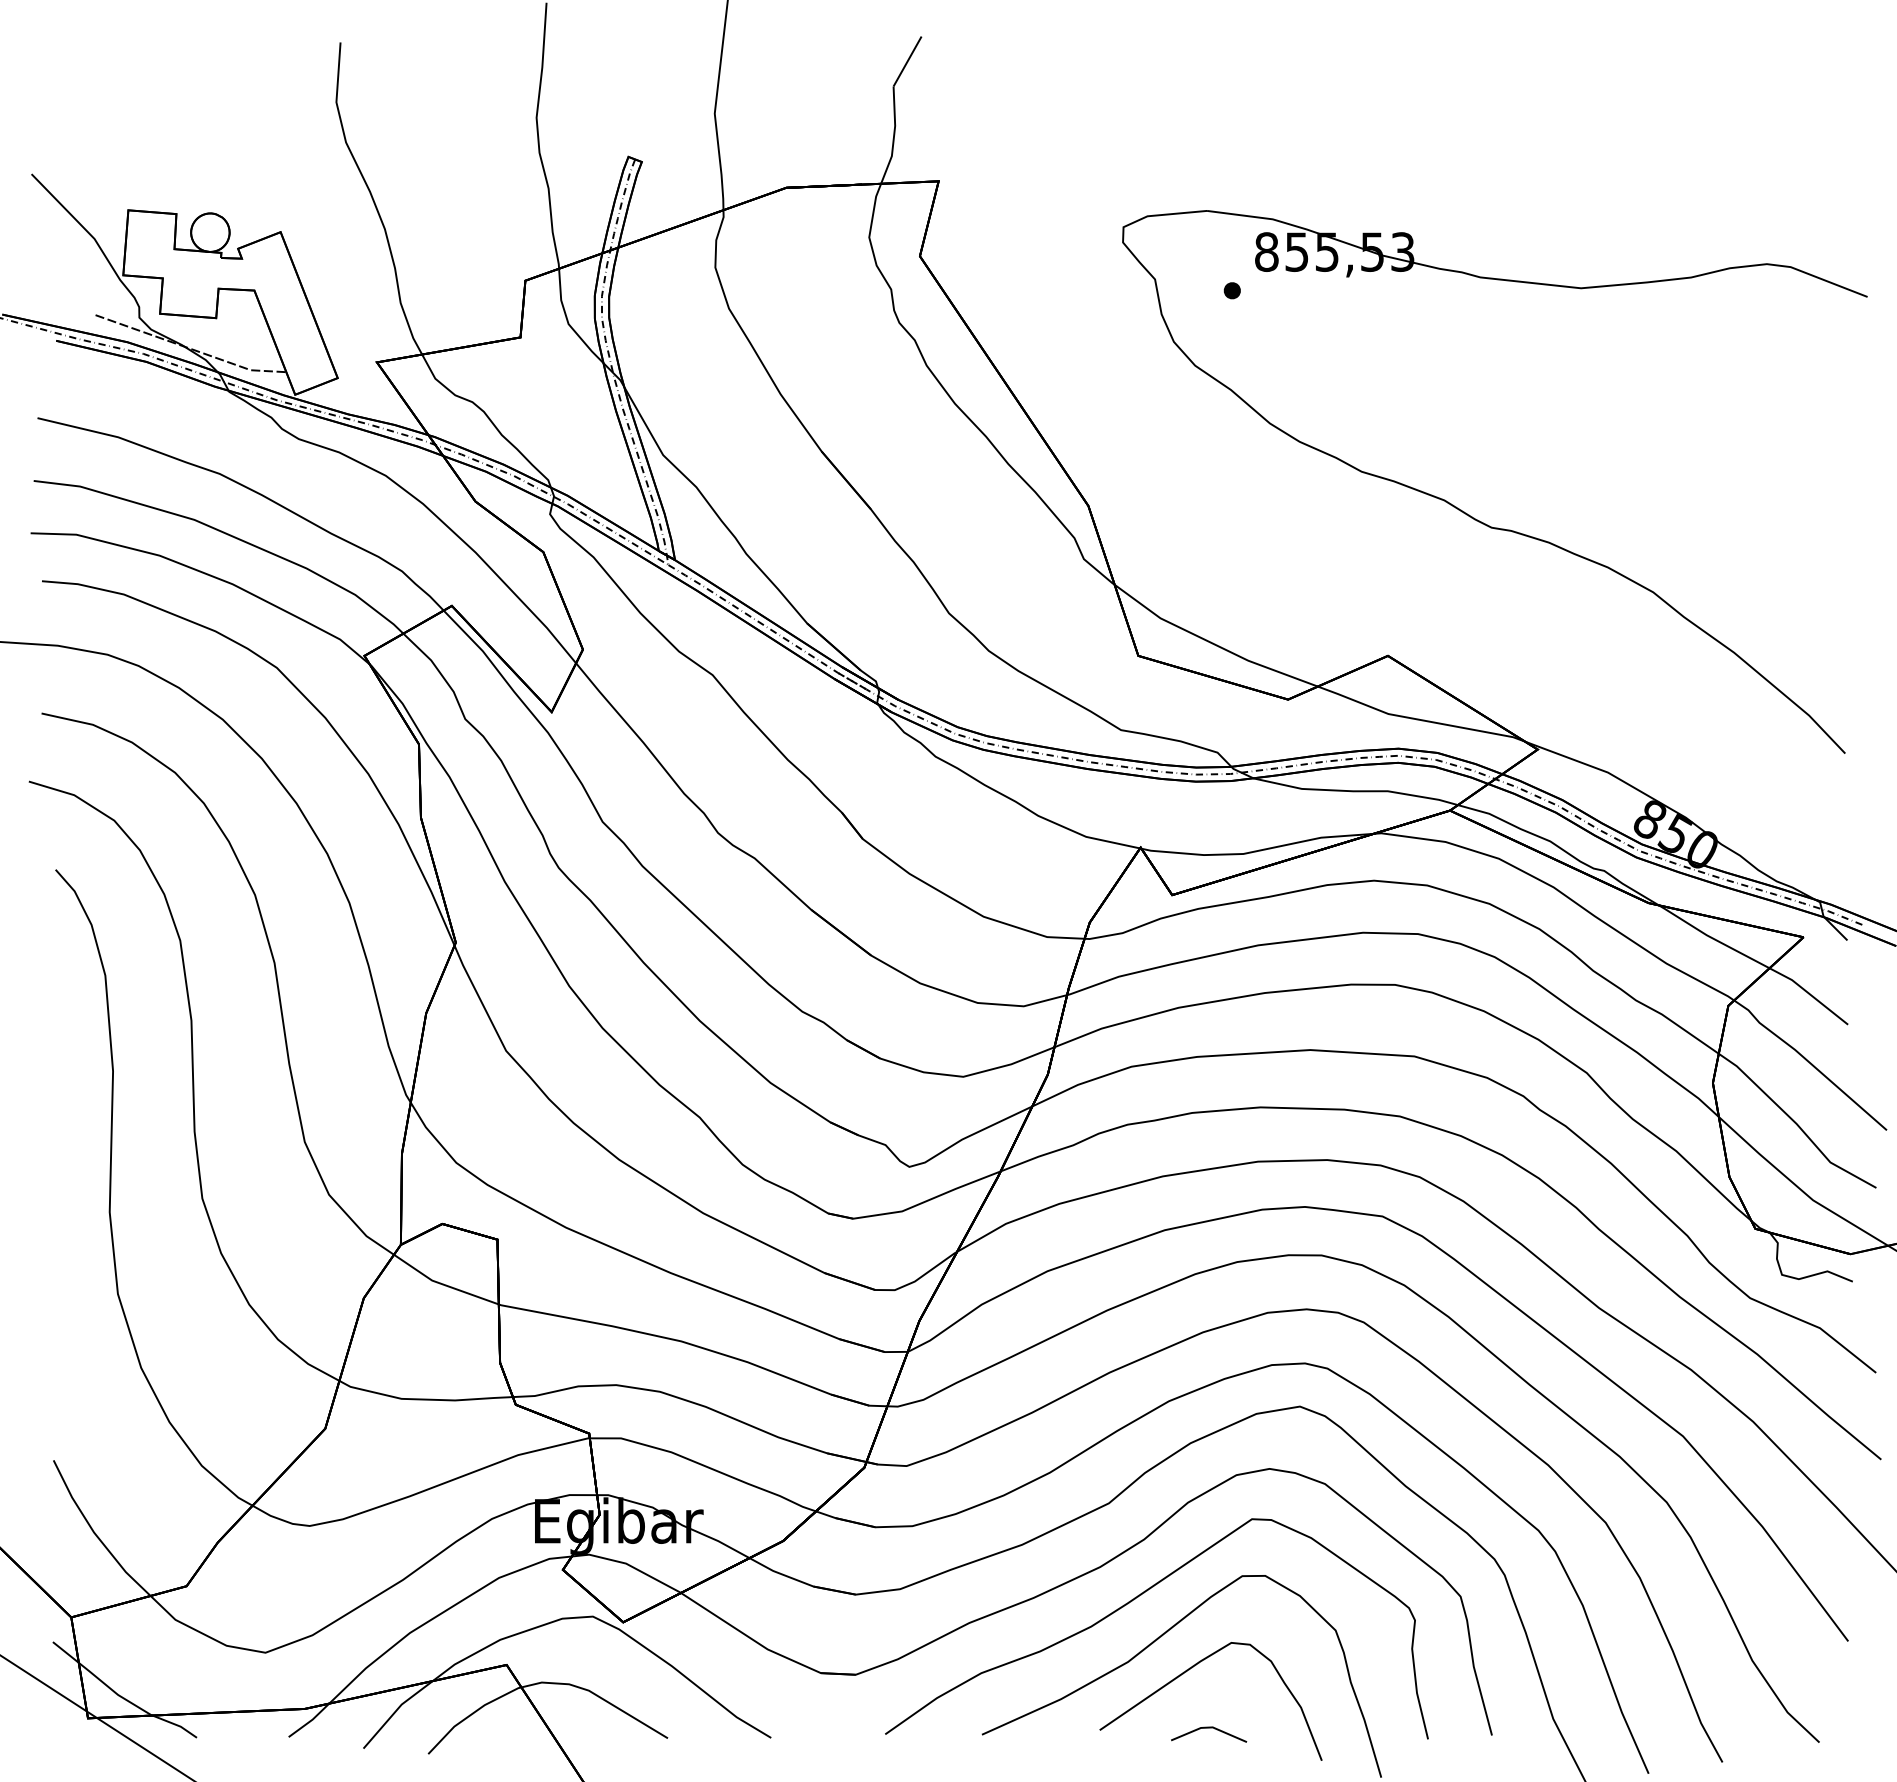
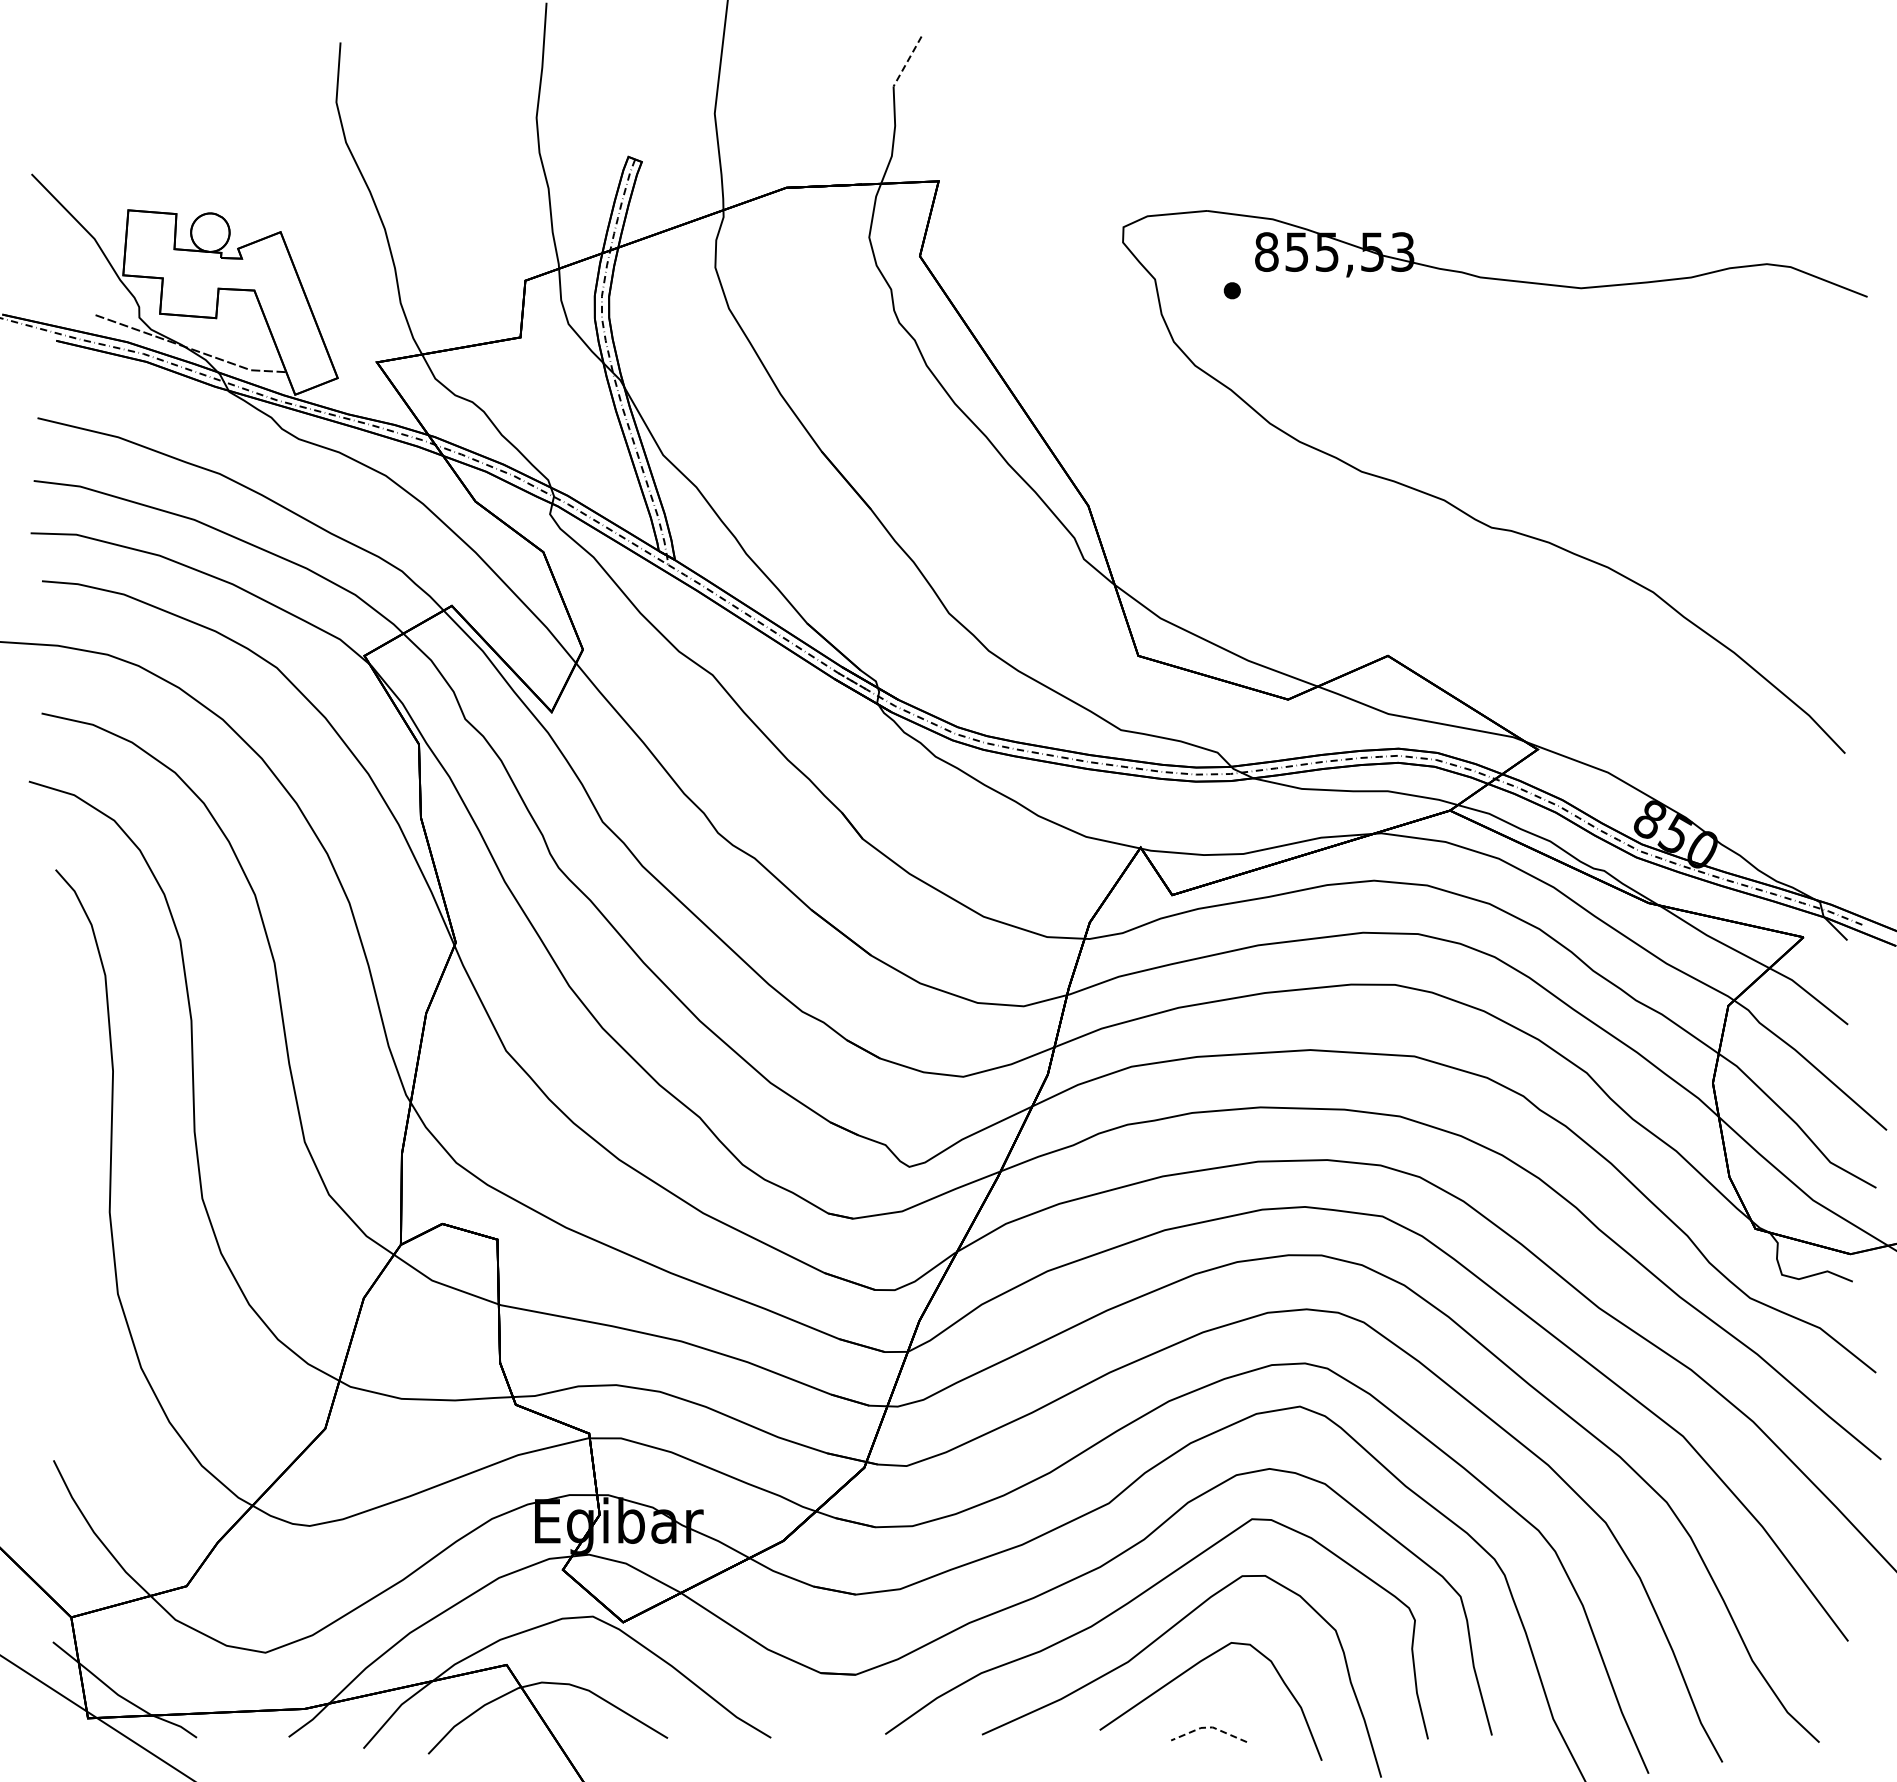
line at (907, 61): solid -> dashed
line at (1208, 1727): solid -> dashed
